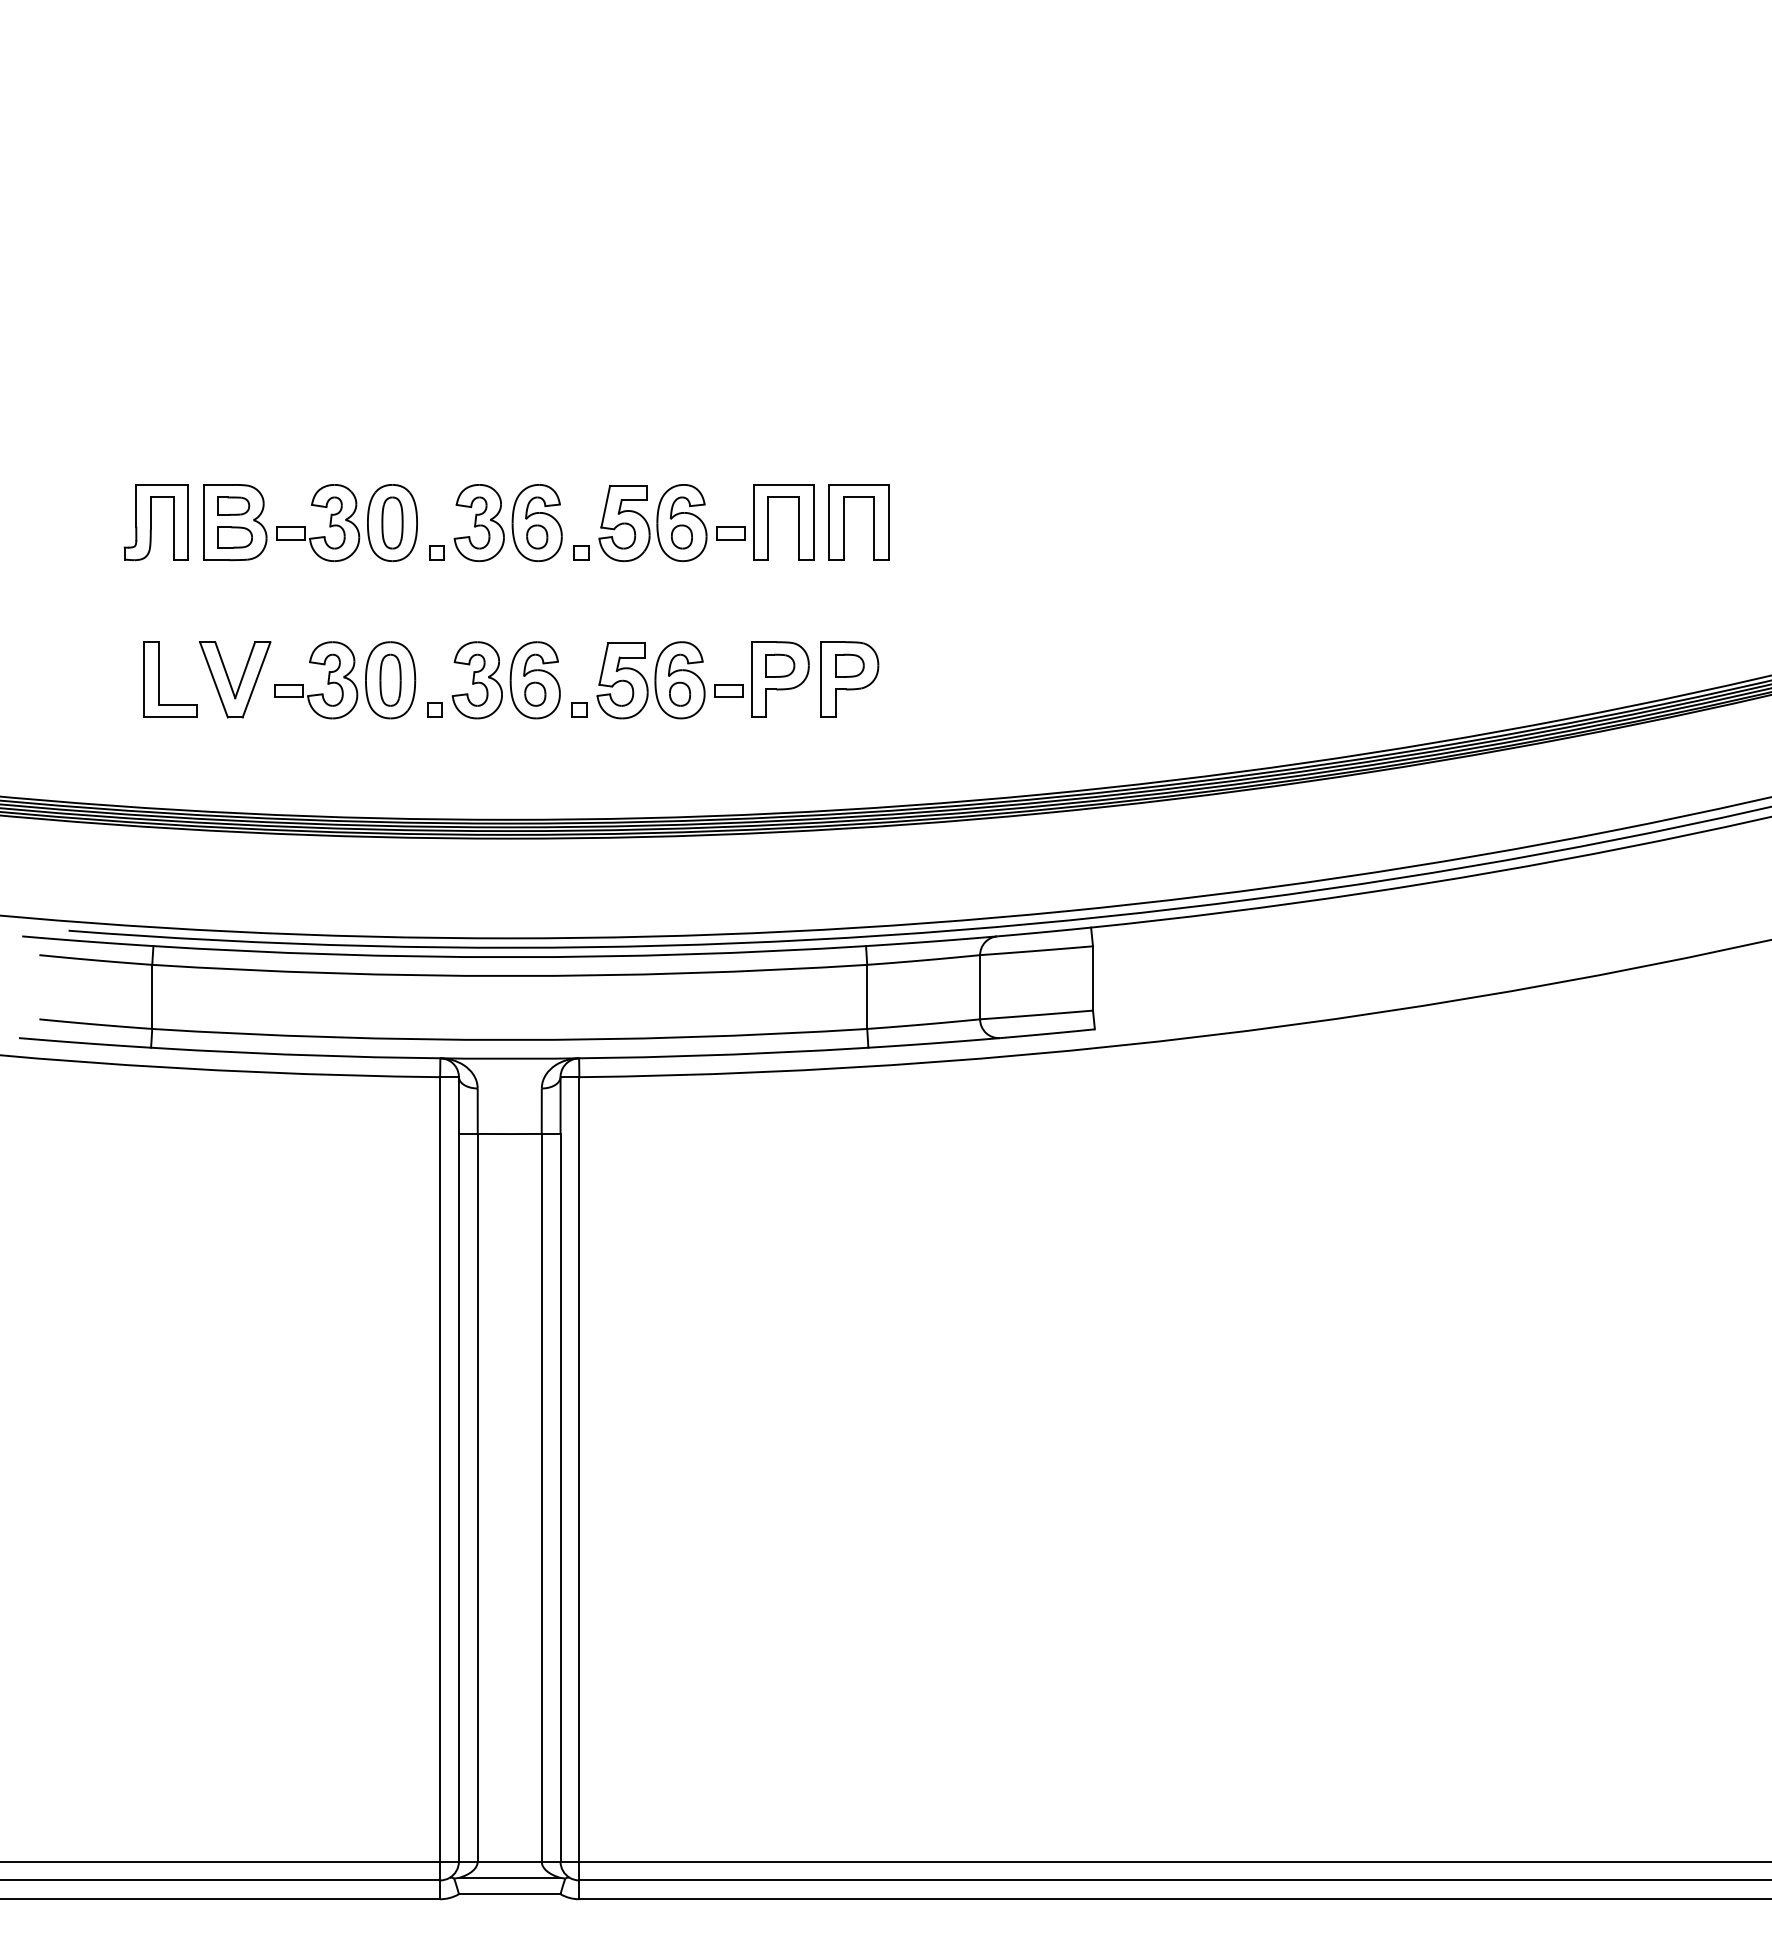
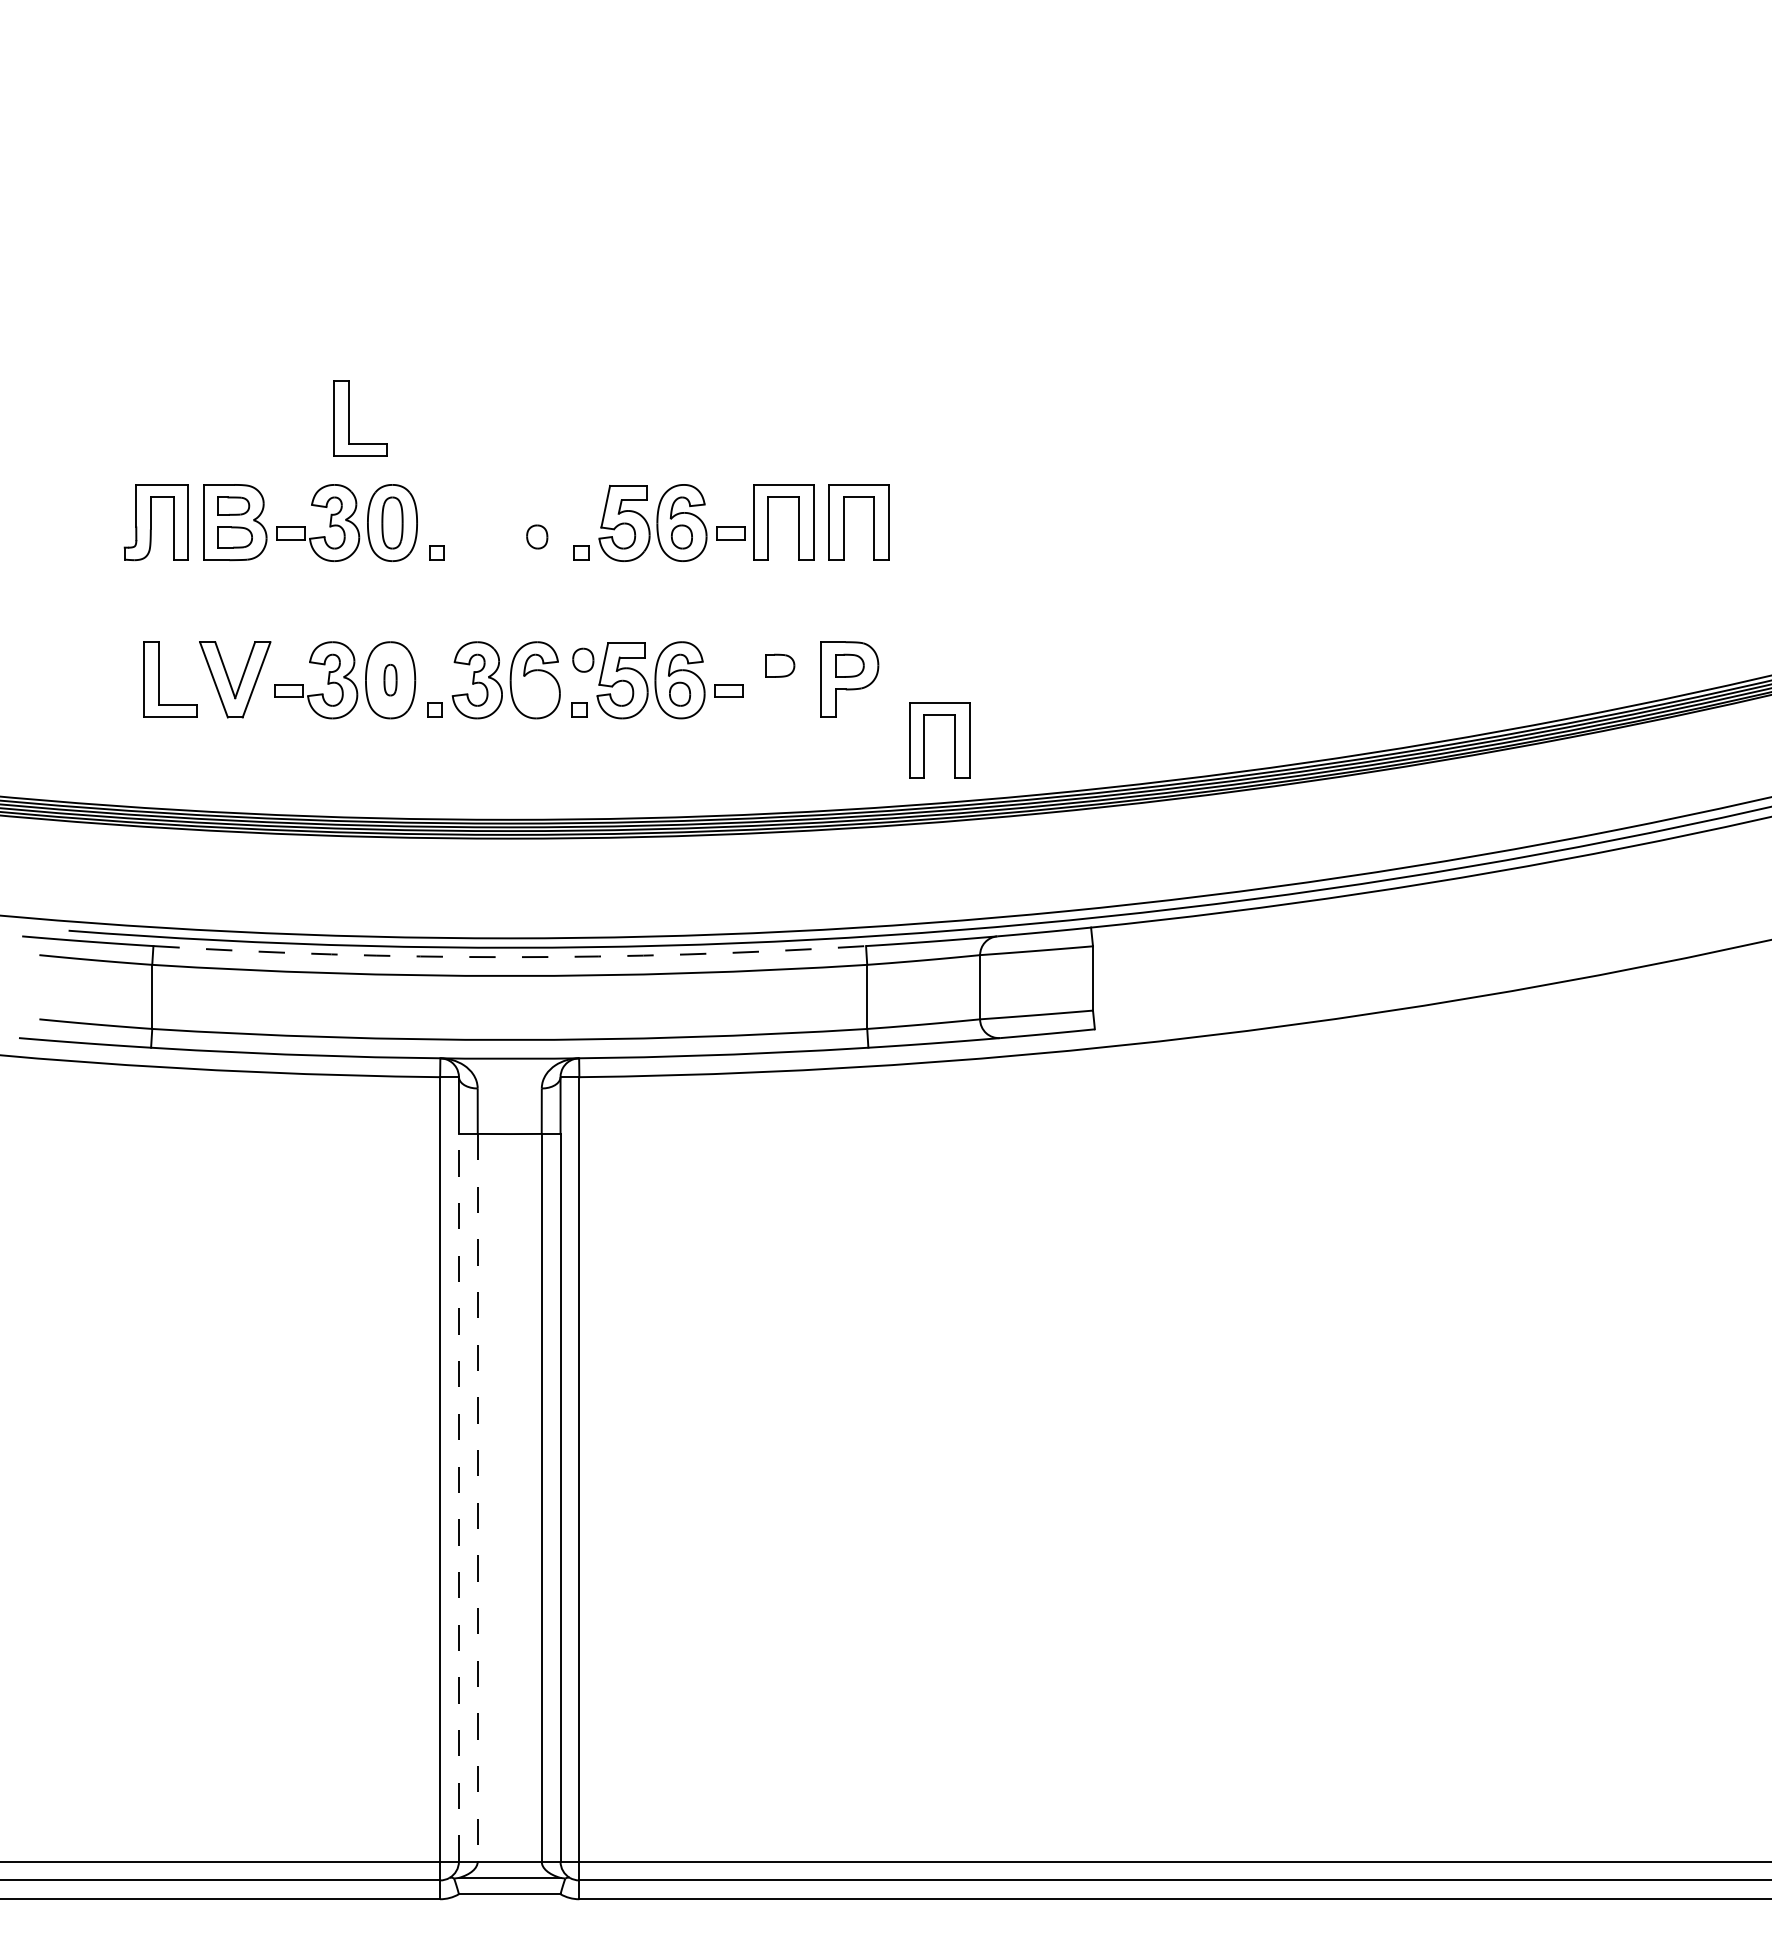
part at (349, 418): none -> present
part at (507, 522): present -> none
part at (390, 679) size: 23x54 px -> 15x33 px
part at (780, 679): present -> none
part at (535, 693) position: (535, 693) -> (583, 659)
part at (924, 740): none -> present
arc at (509, 957): solid -> dashed
line at (458, 1497): solid -> dashed
line at (477, 1497): solid -> dashed
